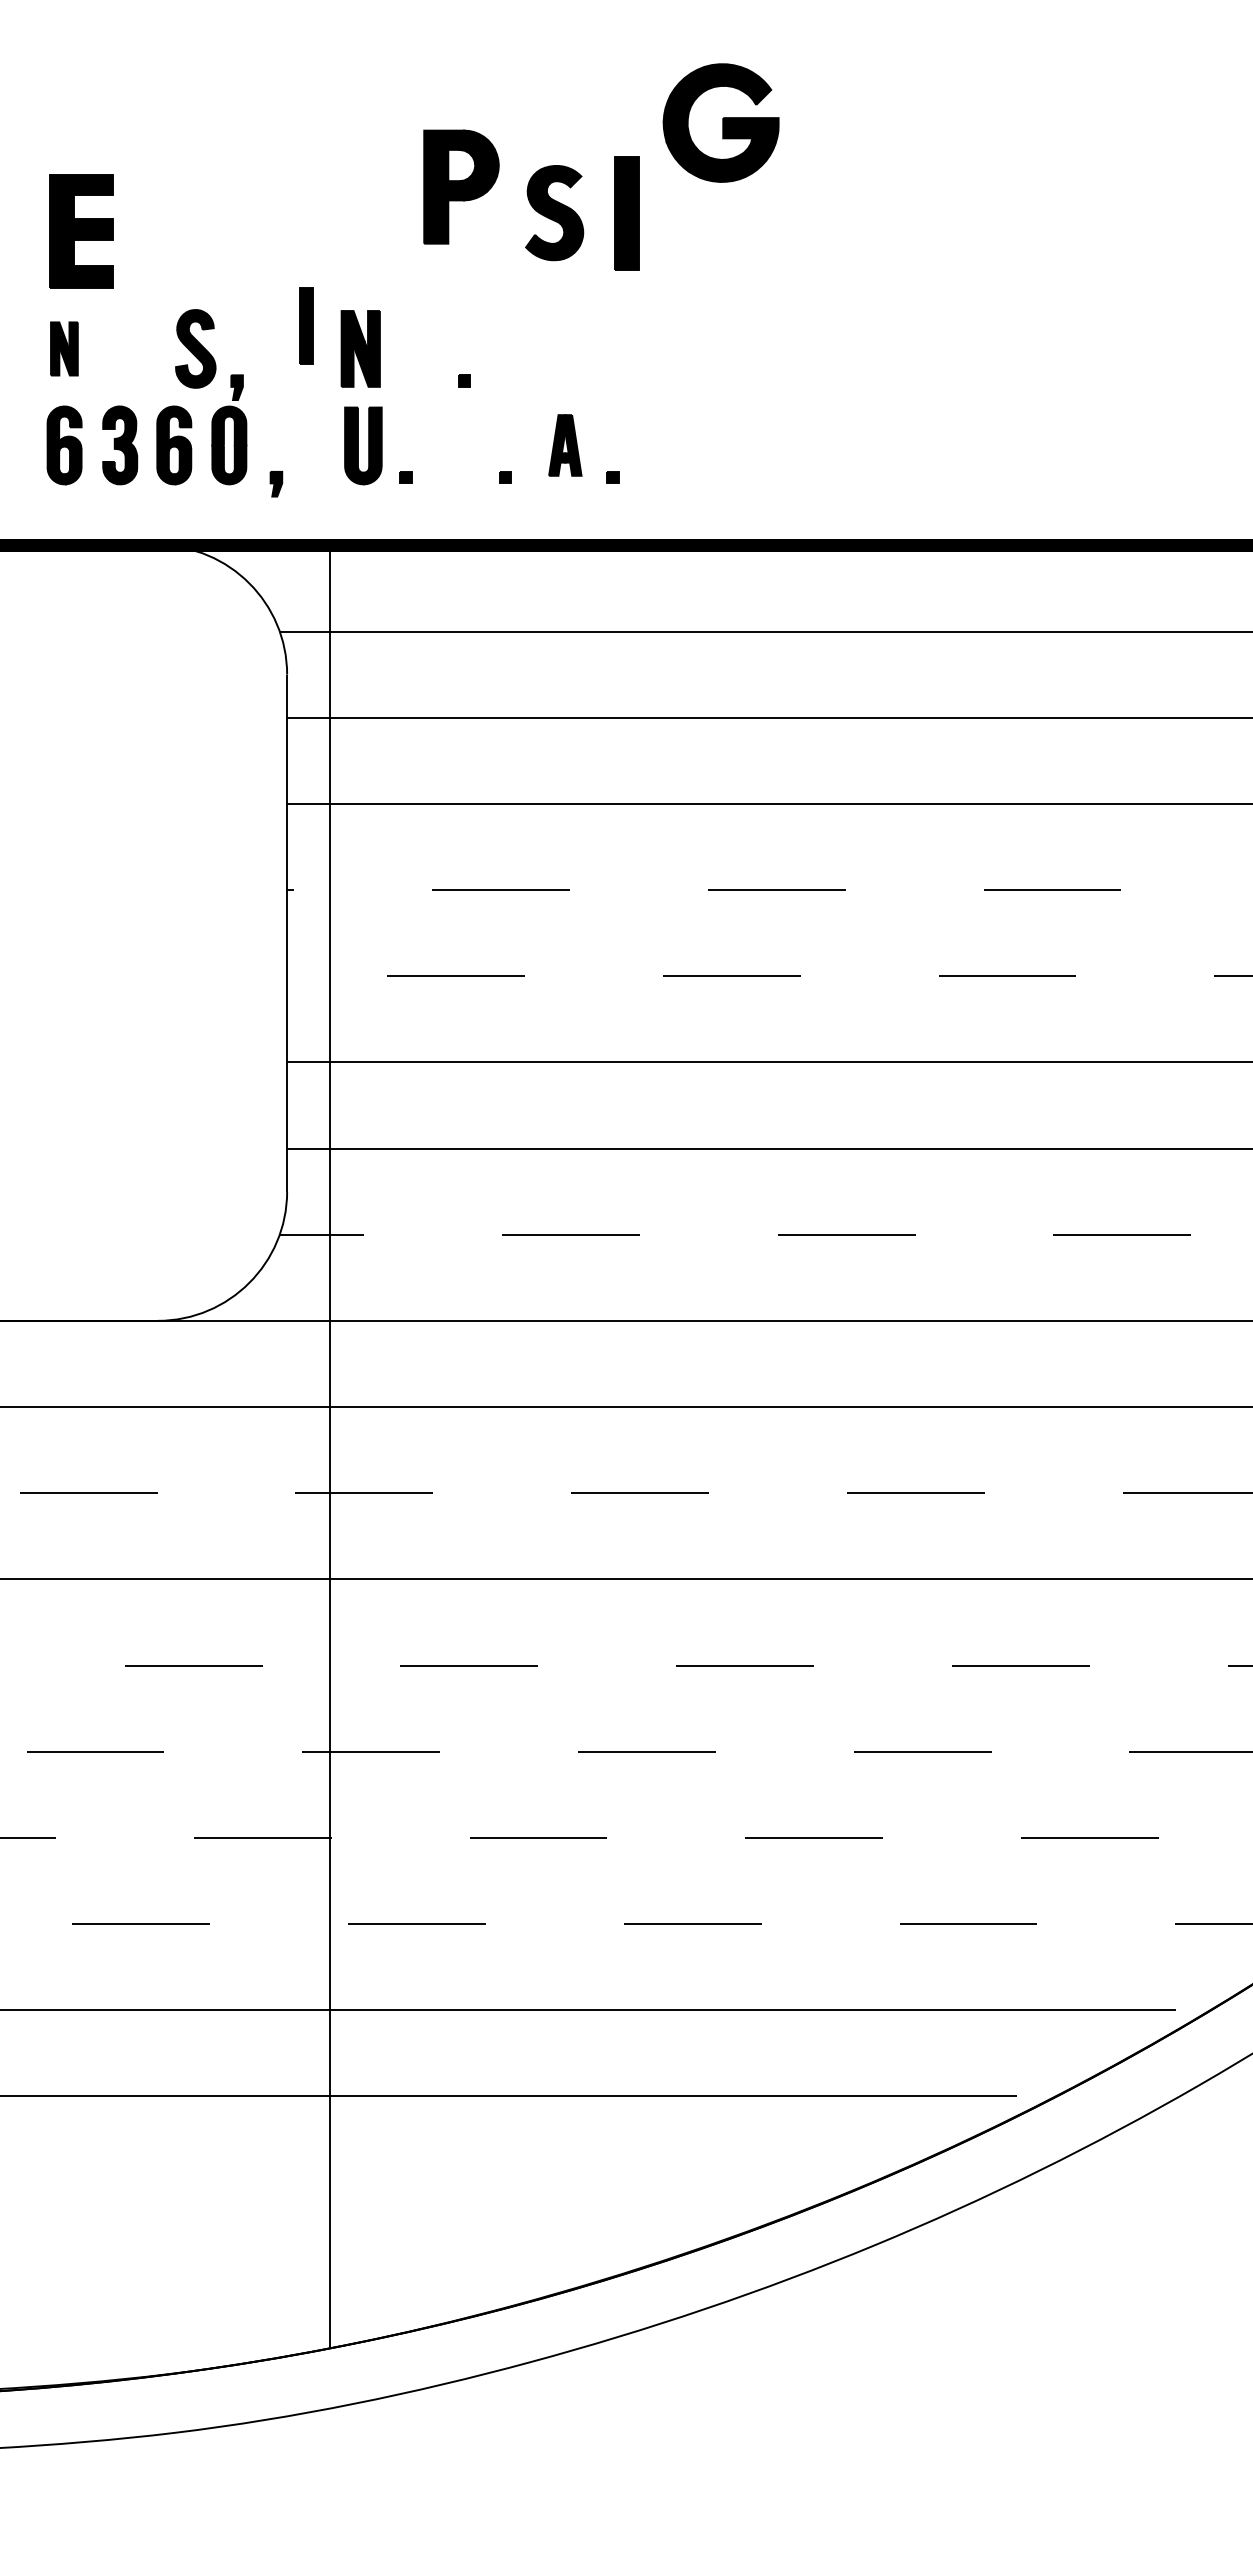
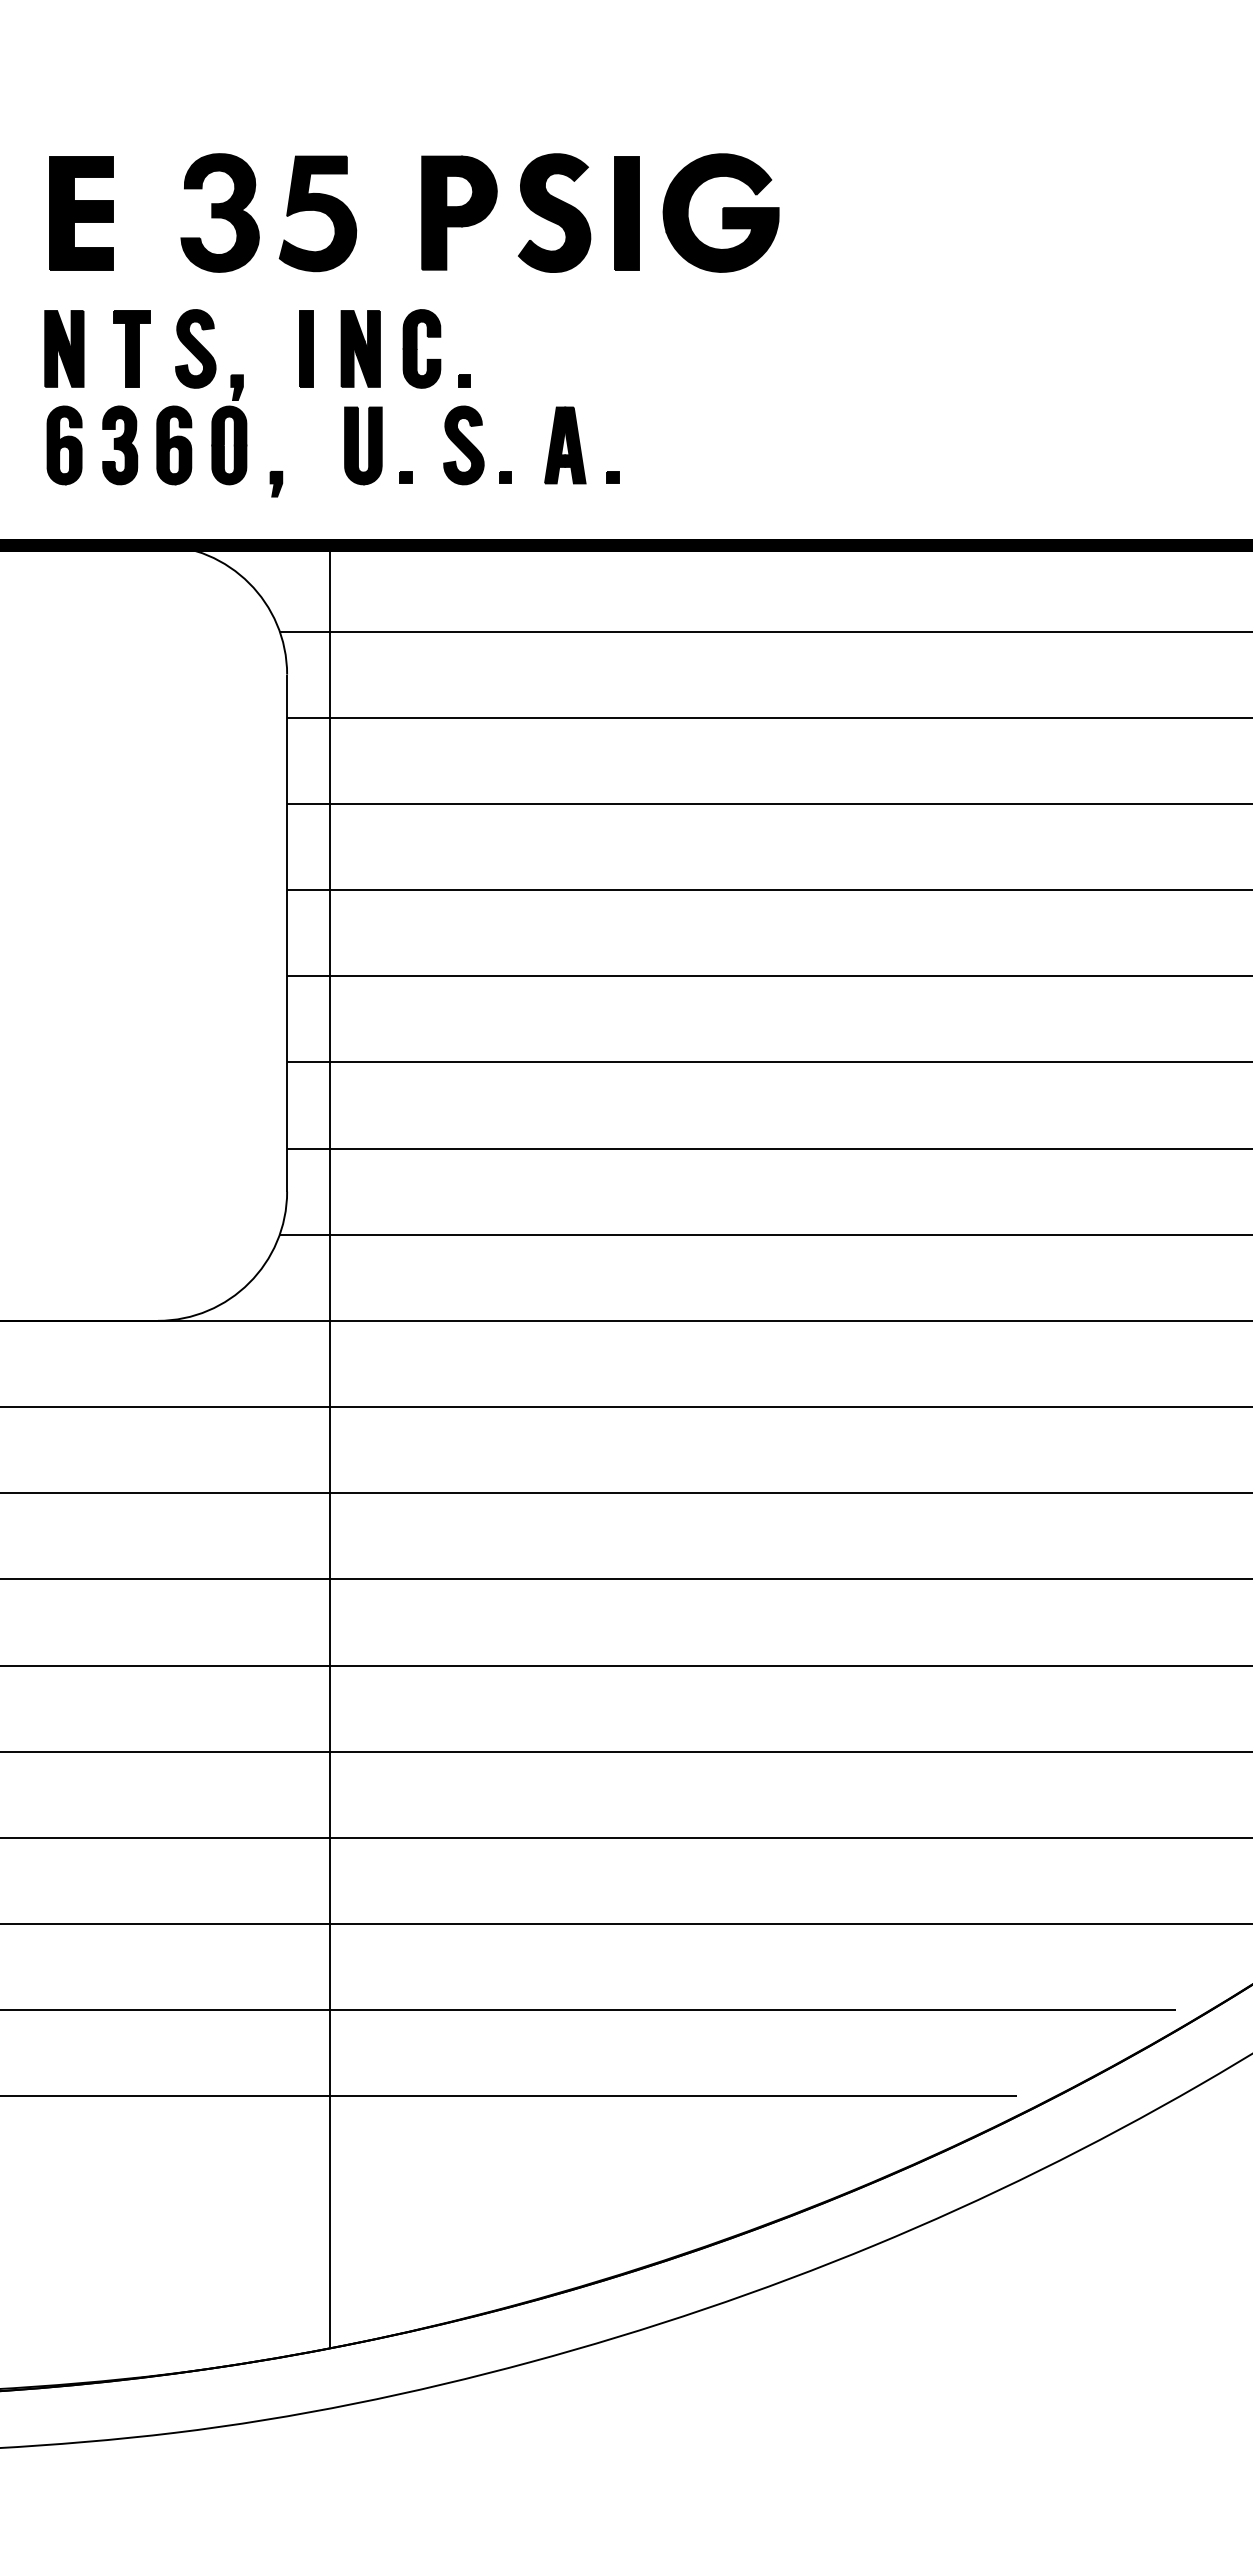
part at (720, 122) position: (720, 122) -> (720, 212)
part at (461, 186) position: (461, 186) -> (459, 212)
part at (219, 212): none -> present
part at (317, 213): none -> present
part at (554, 213) size: 60x97 px -> 74x120 px
part at (81, 231) position: (81, 231) -> (81, 213)
part at (306, 325) position: (306, 325) -> (306, 348)
part at (64, 348) size: 29x56 px -> 41x78 px
part at (131, 348): none -> present
part at (421, 348): none -> present
part at (463, 445): none -> present
part at (565, 445) size: 35x63 px -> 43x79 px
line at (769, 890): dashed -> solid
line at (769, 976): dashed -> solid
line at (765, 1234): dashed -> solid
line at (626, 1493): dashed -> solid
line at (626, 1665): dashed -> solid
line at (626, 1751): dashed -> solid
line at (626, 1837): dashed -> solid
line at (626, 1923): dashed -> solid
